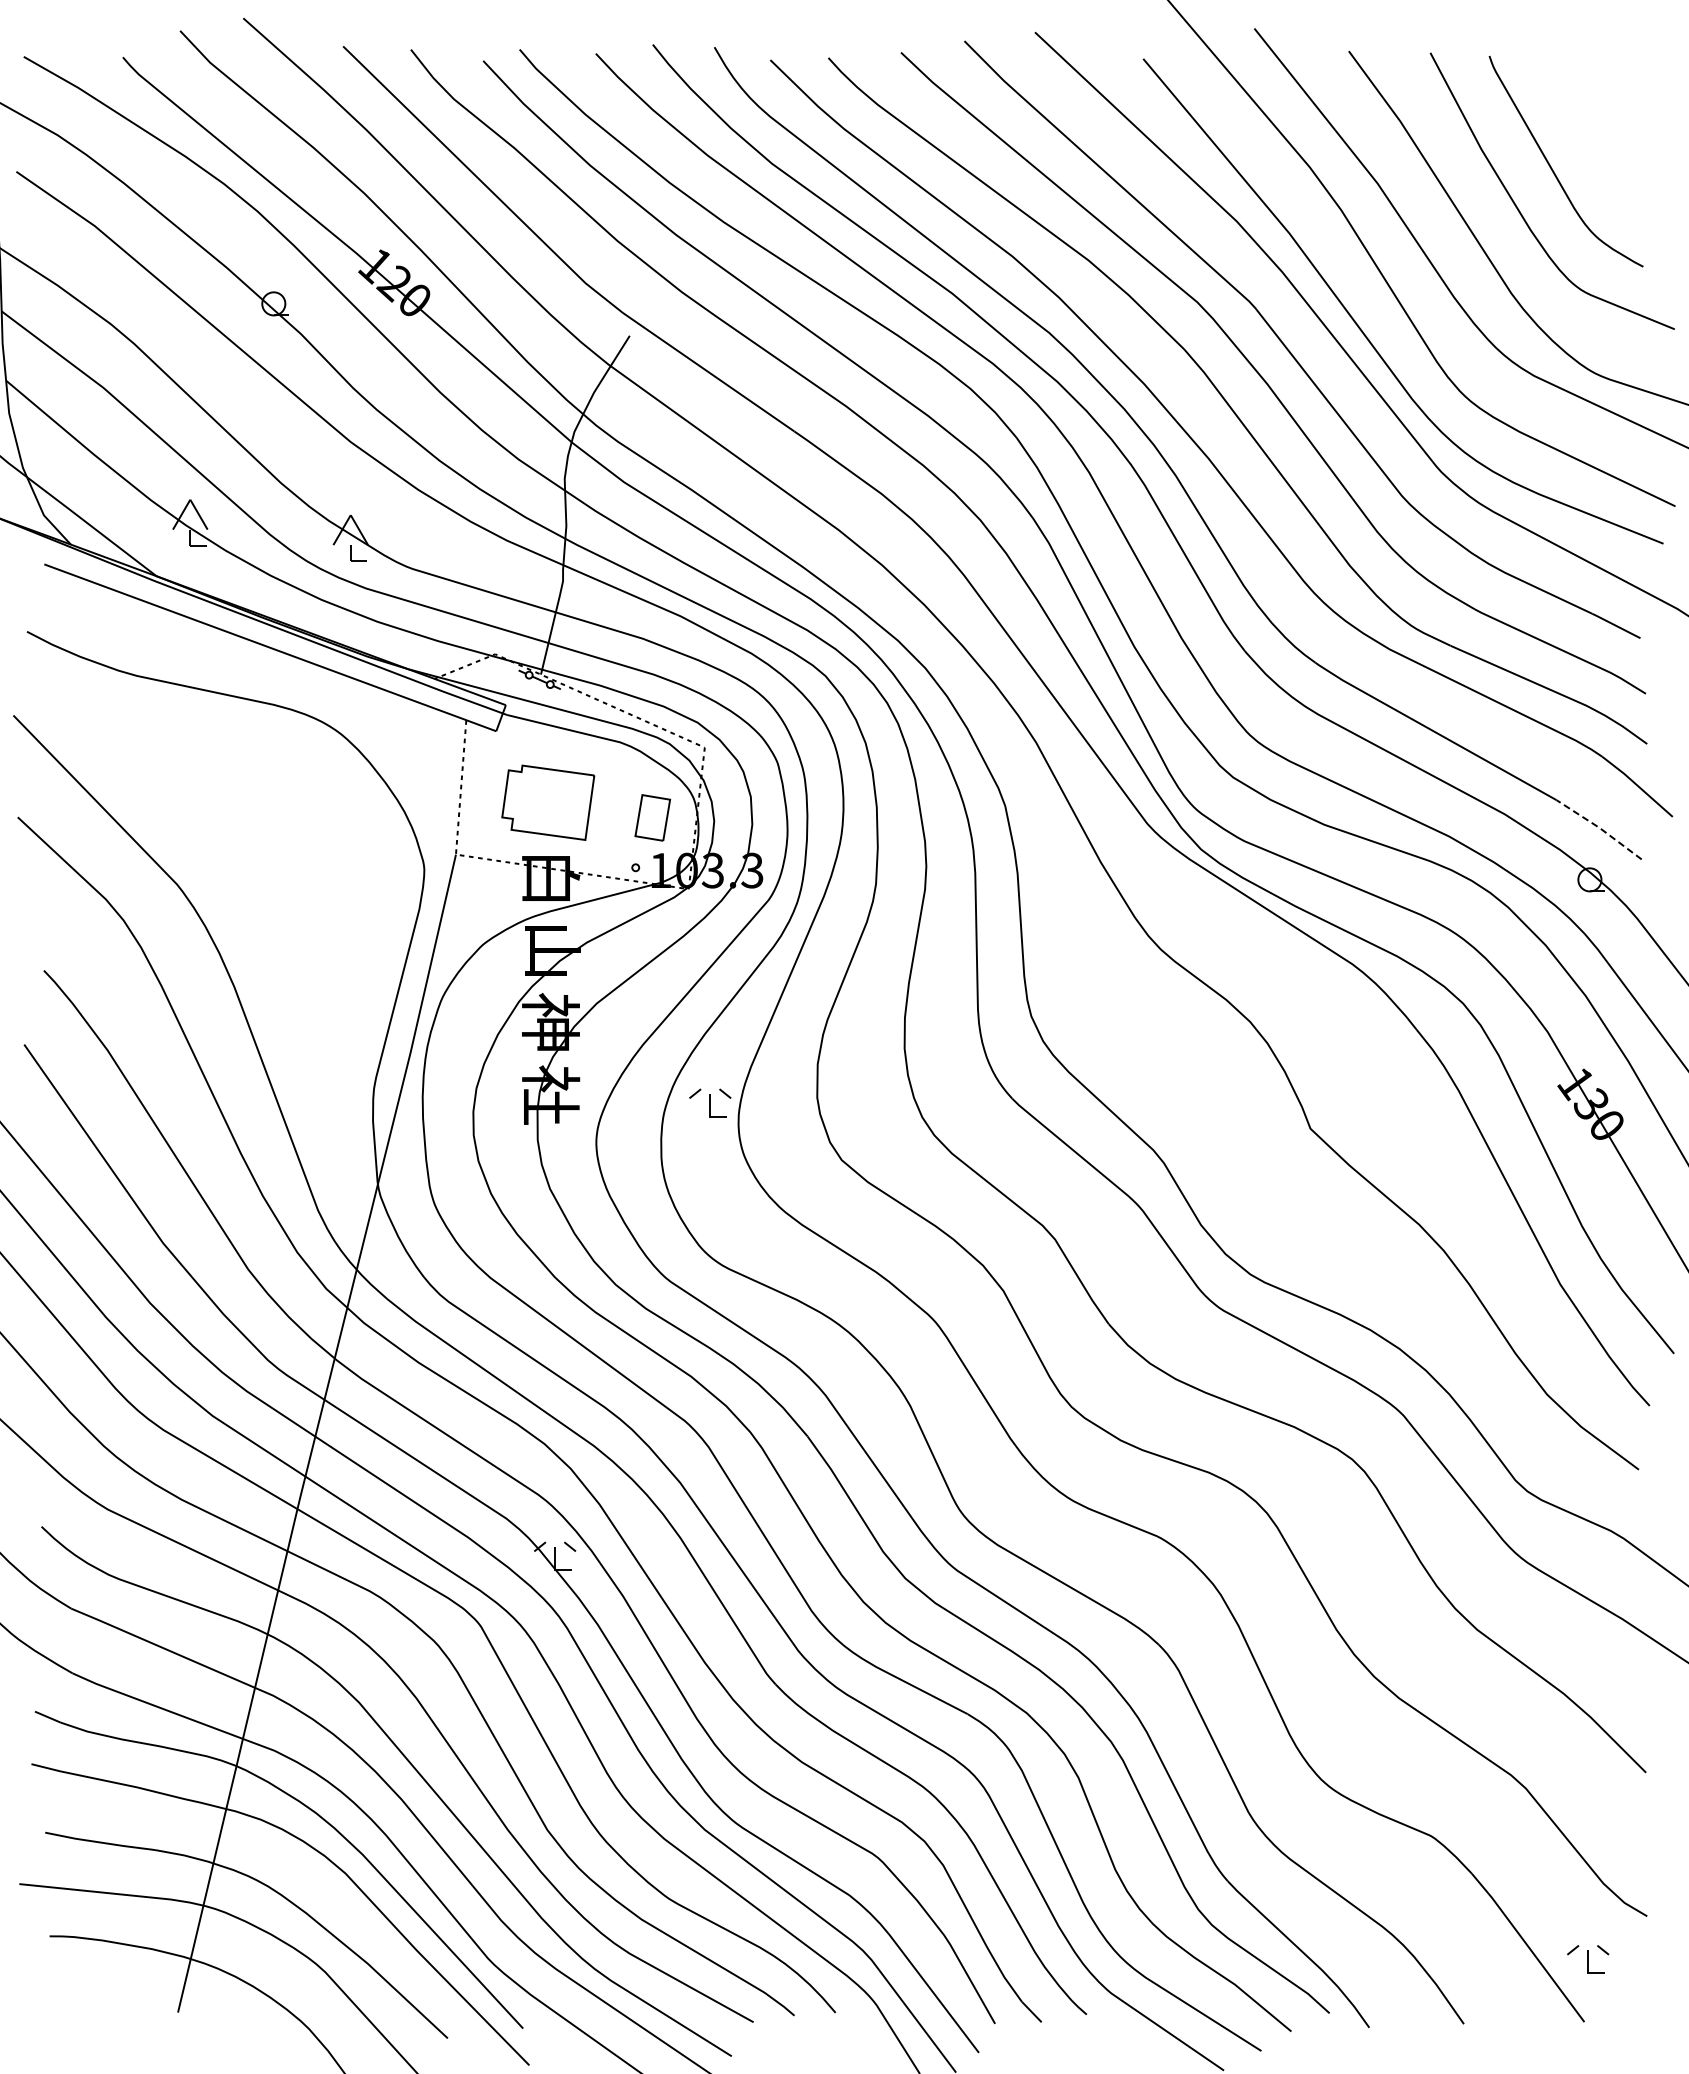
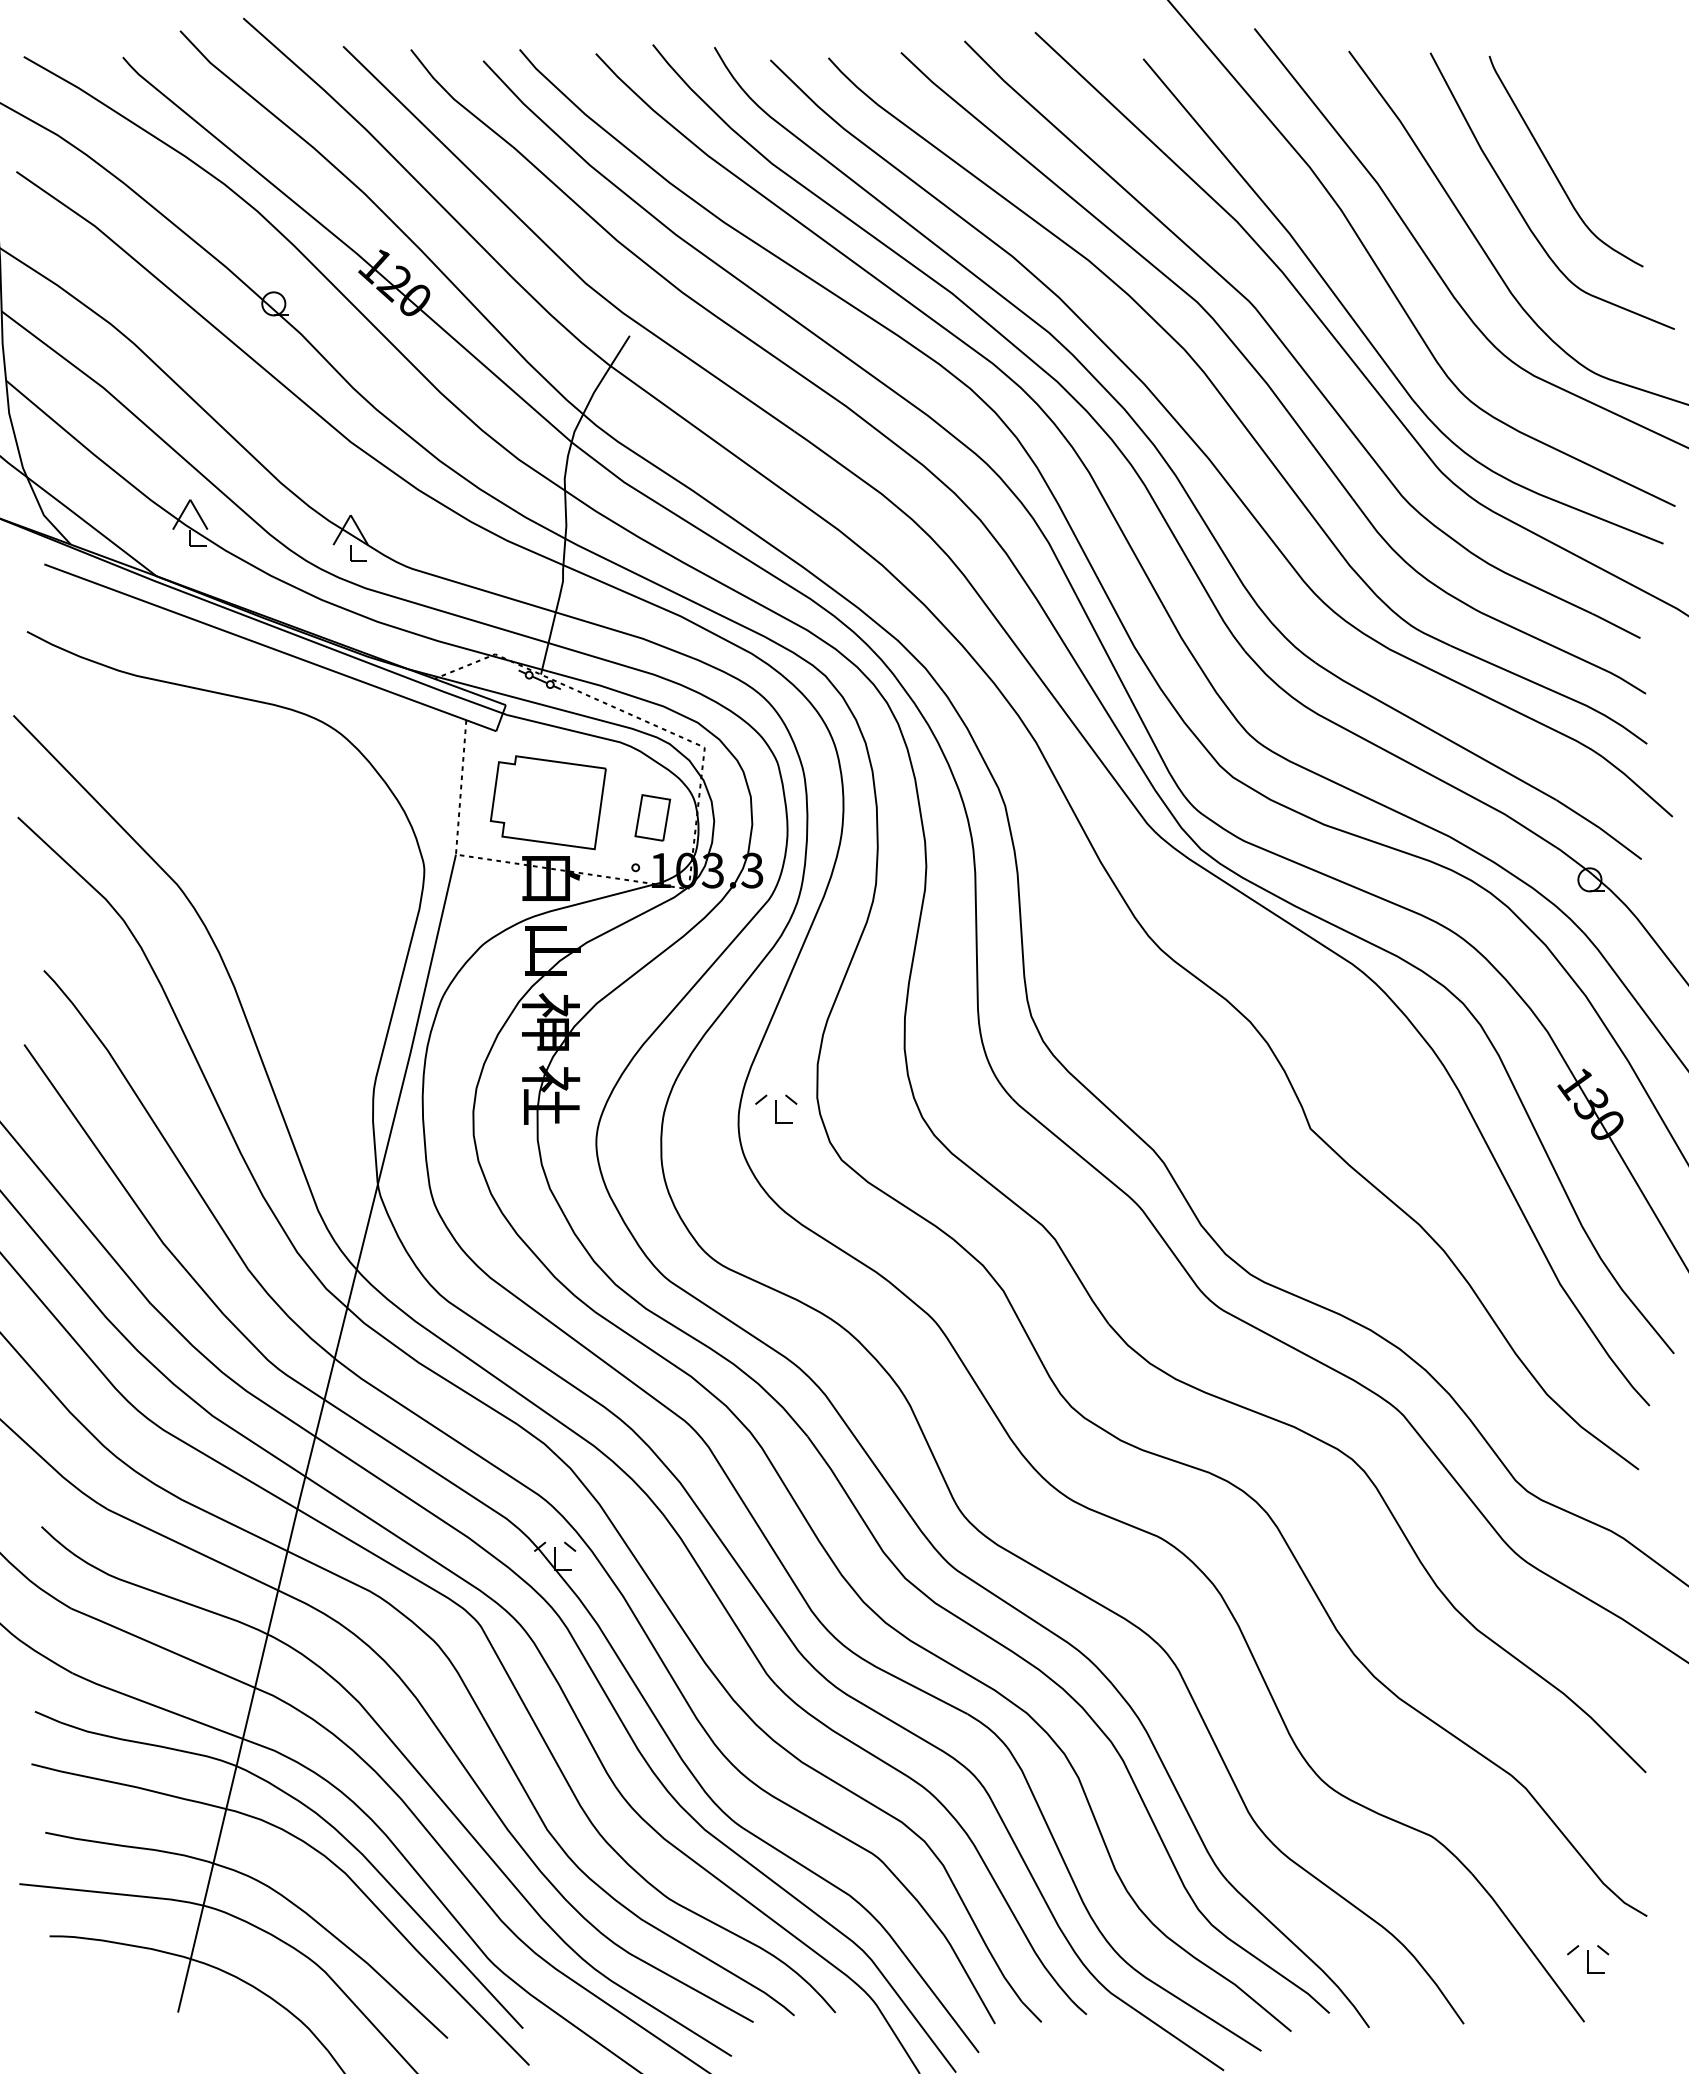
part at (548, 802) size: 95x77 px -> 118x96 px
line at (1599, 827): dashed -> solid
part at (710, 1102) position: (710, 1102) -> (776, 1108)
